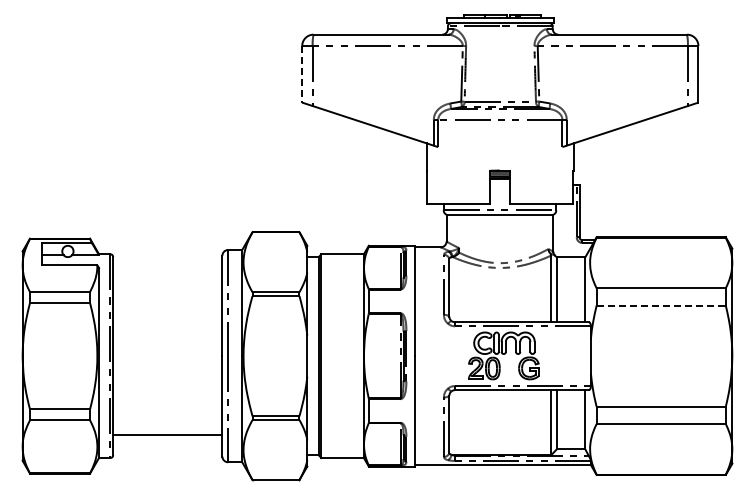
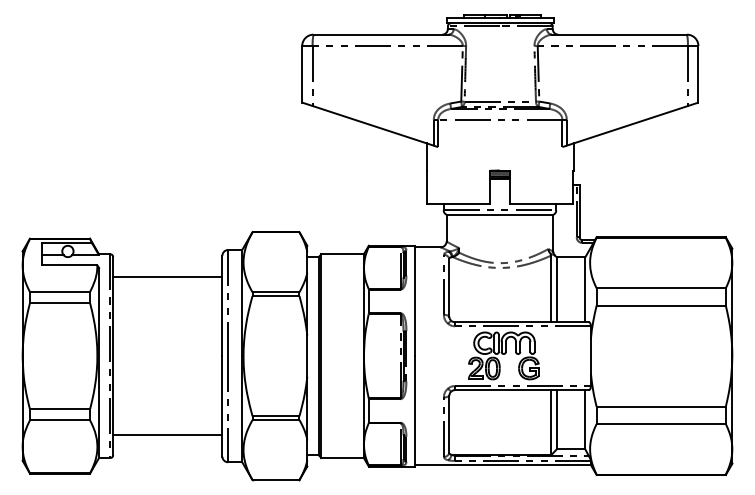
line at (302, 74): dashed -> solid
line at (167, 276): none -> present
line at (661, 305): dashed -> solid
